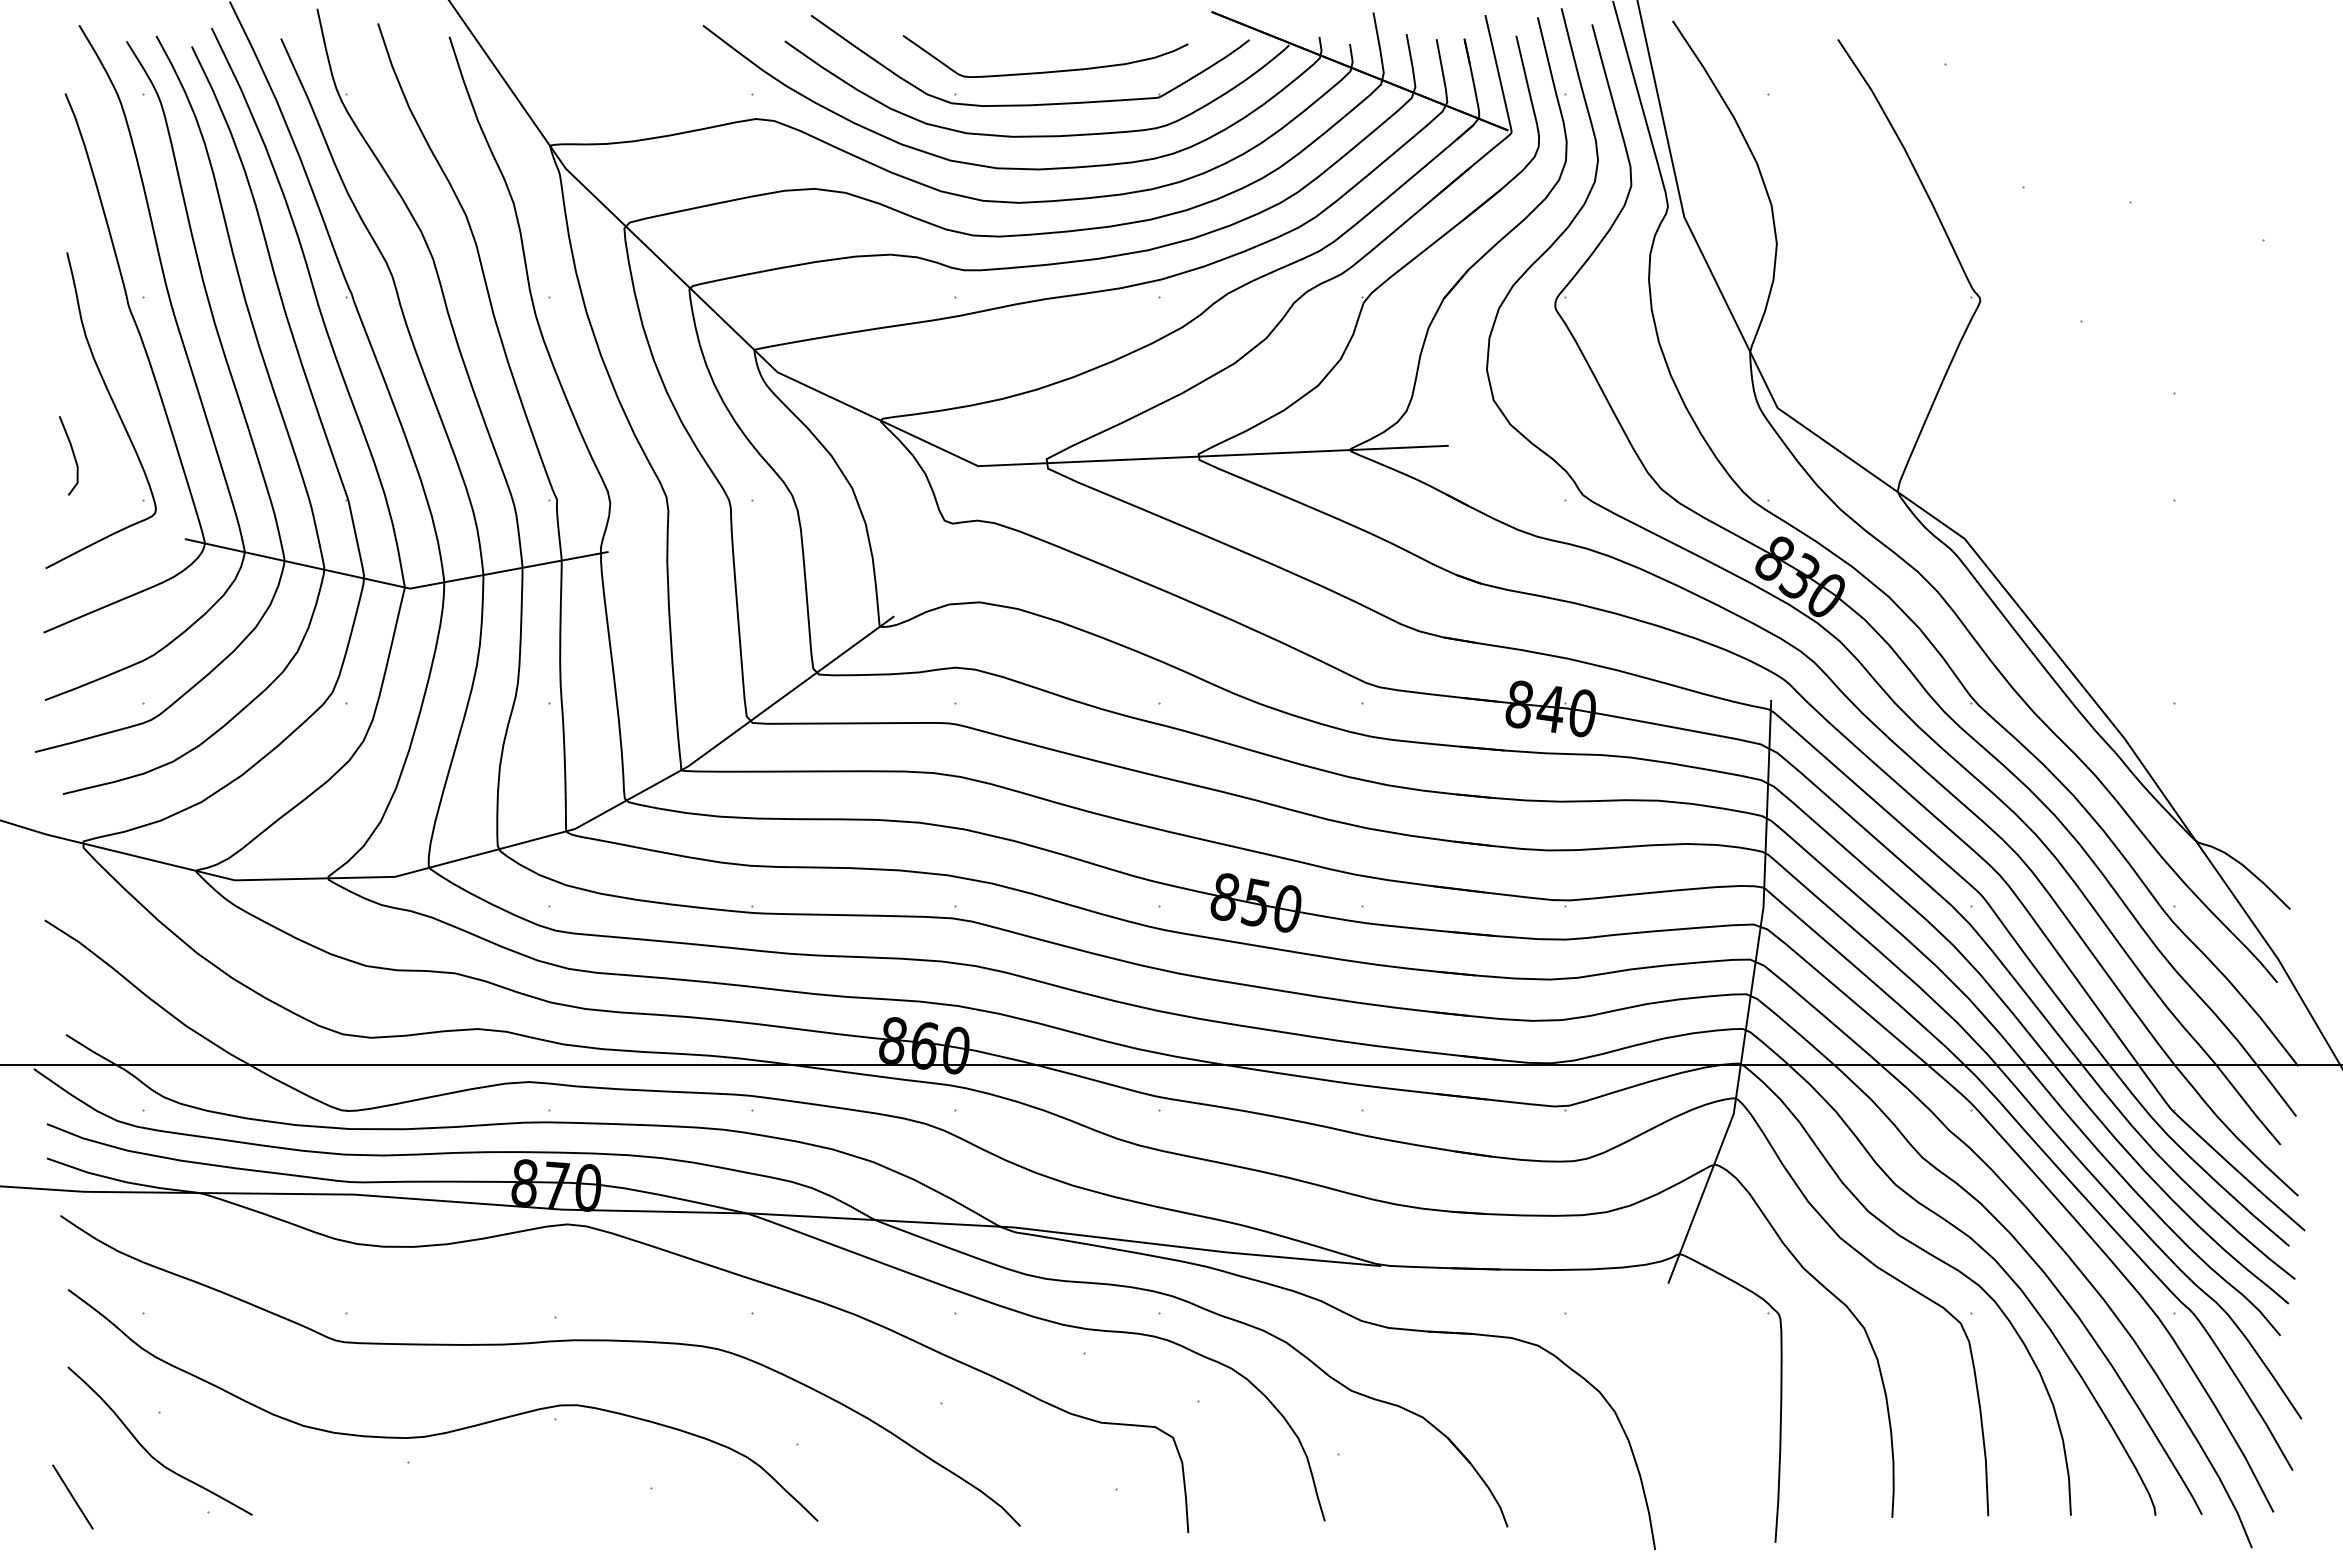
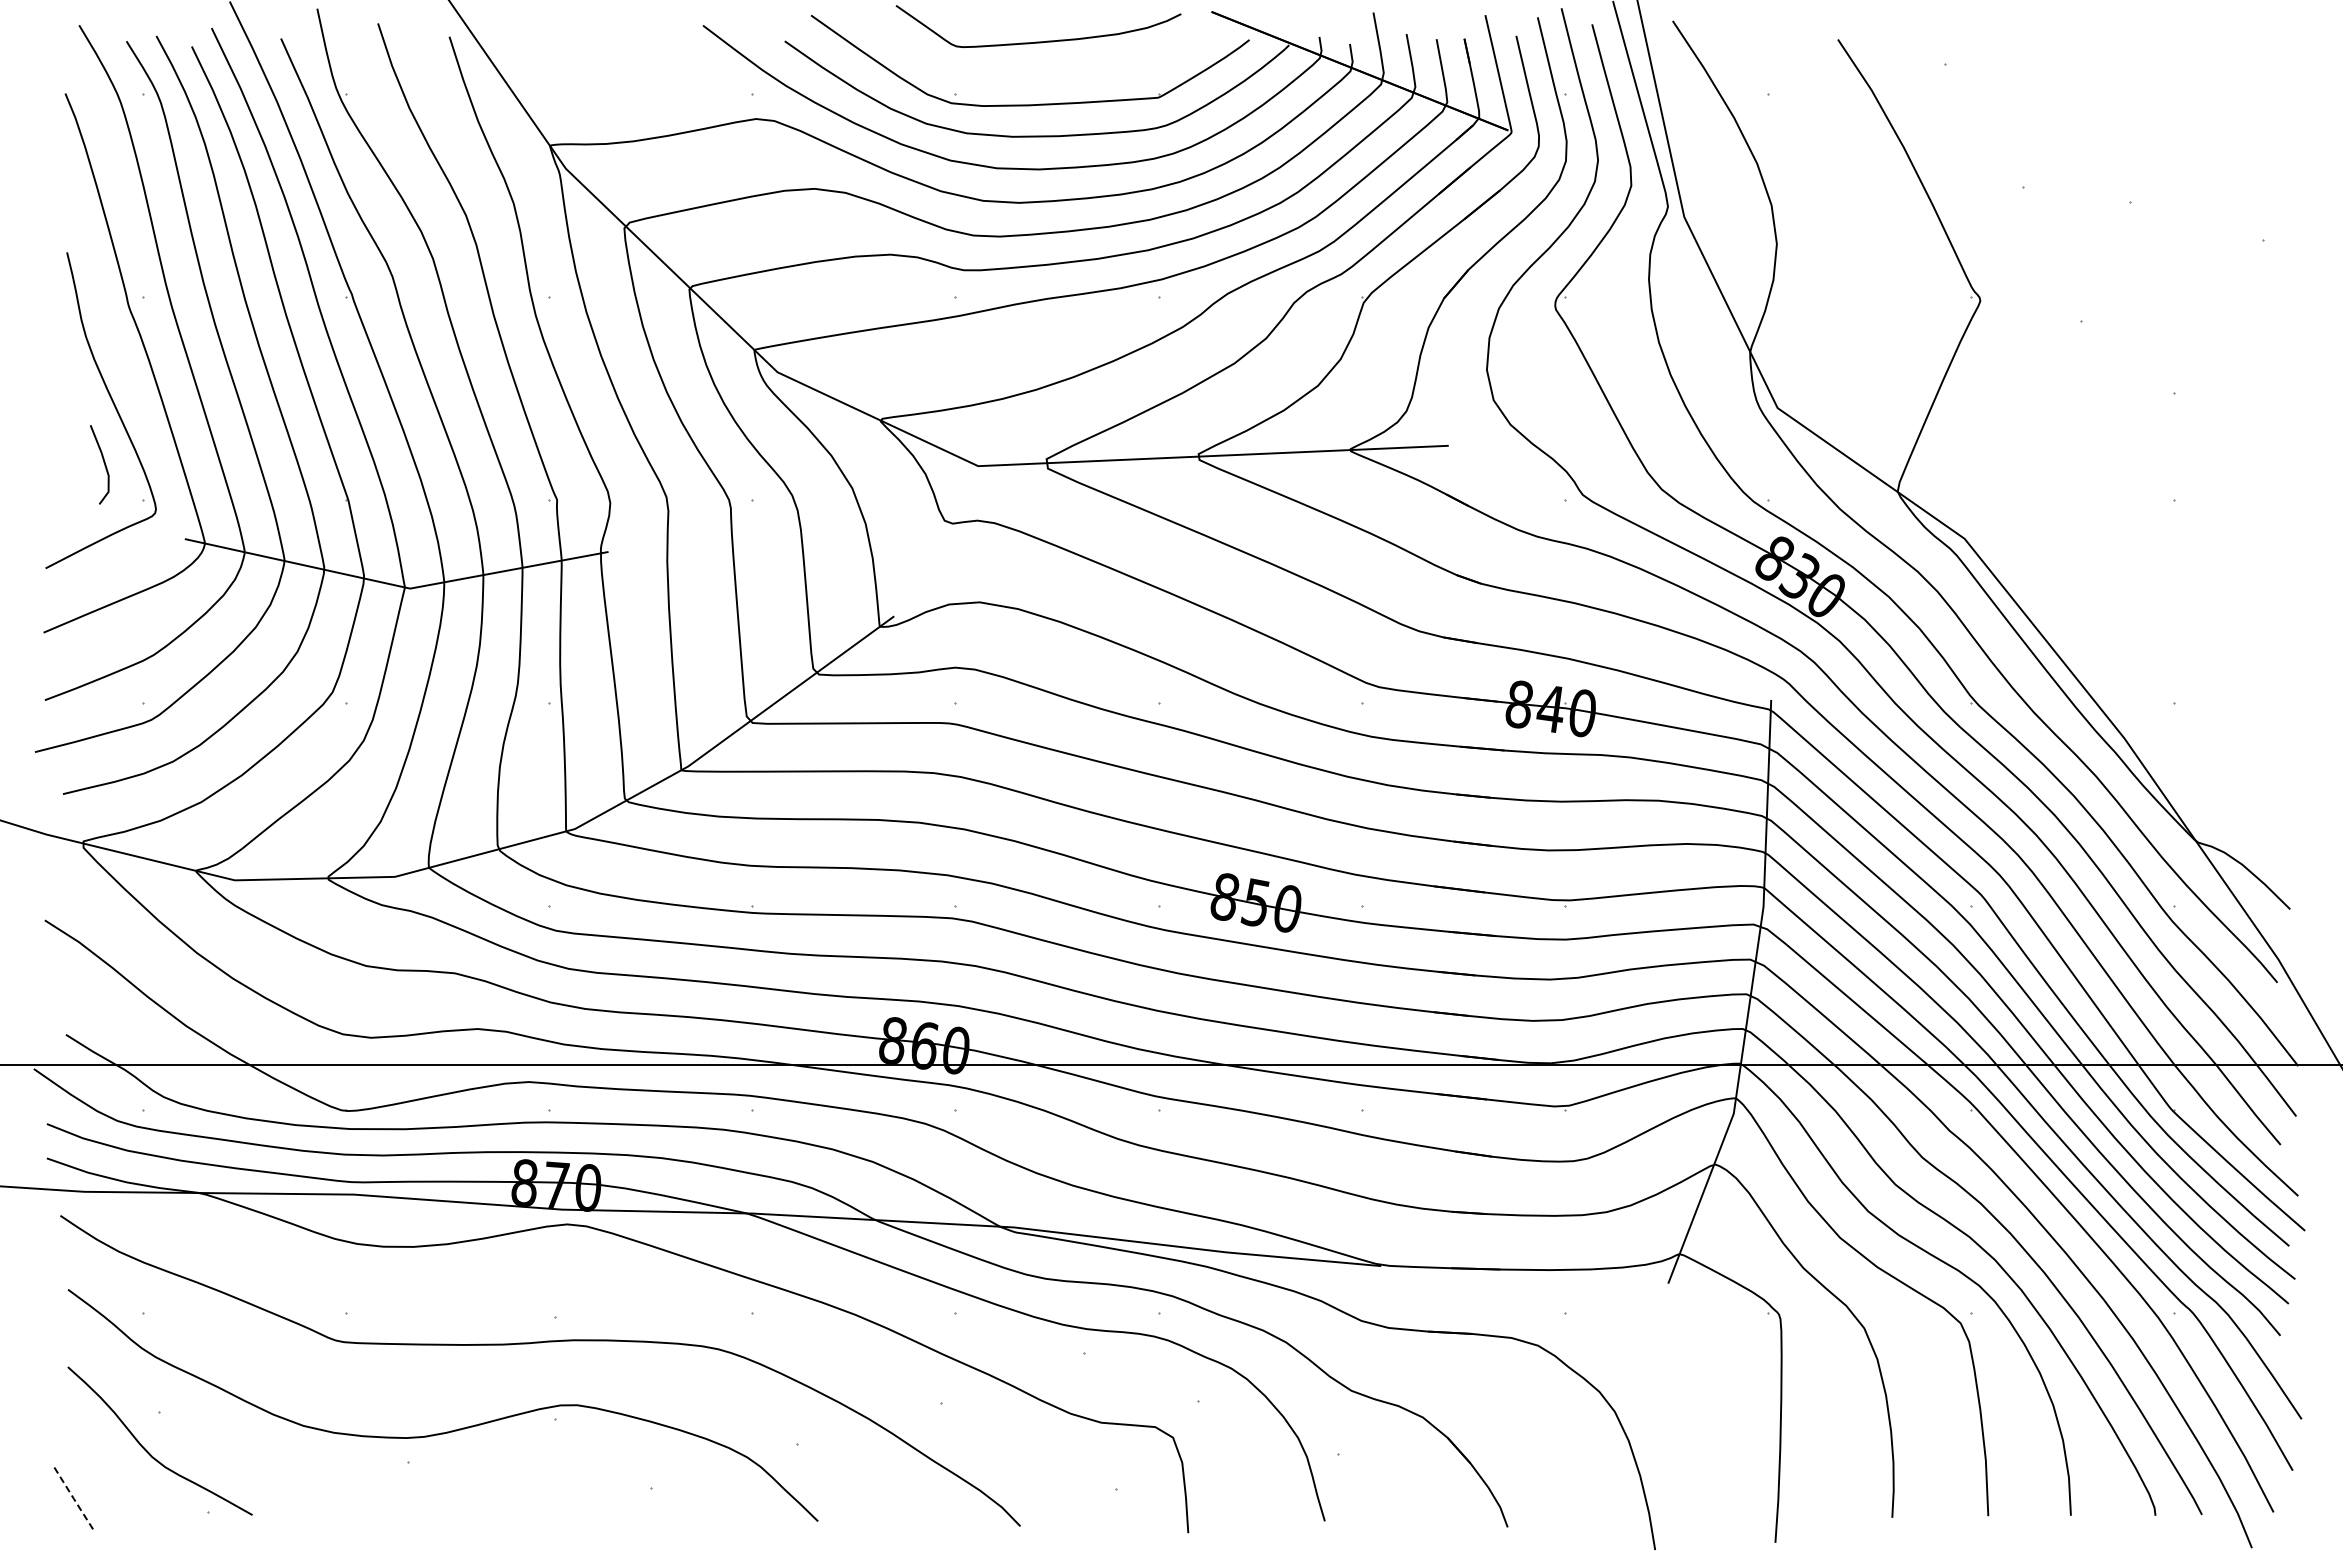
curve at (1045, 71) position: (1045, 71) -> (1038, 41)
line at (72, 453) position: (72, 453) -> (103, 462)
line at (73, 1497): solid -> dashed
